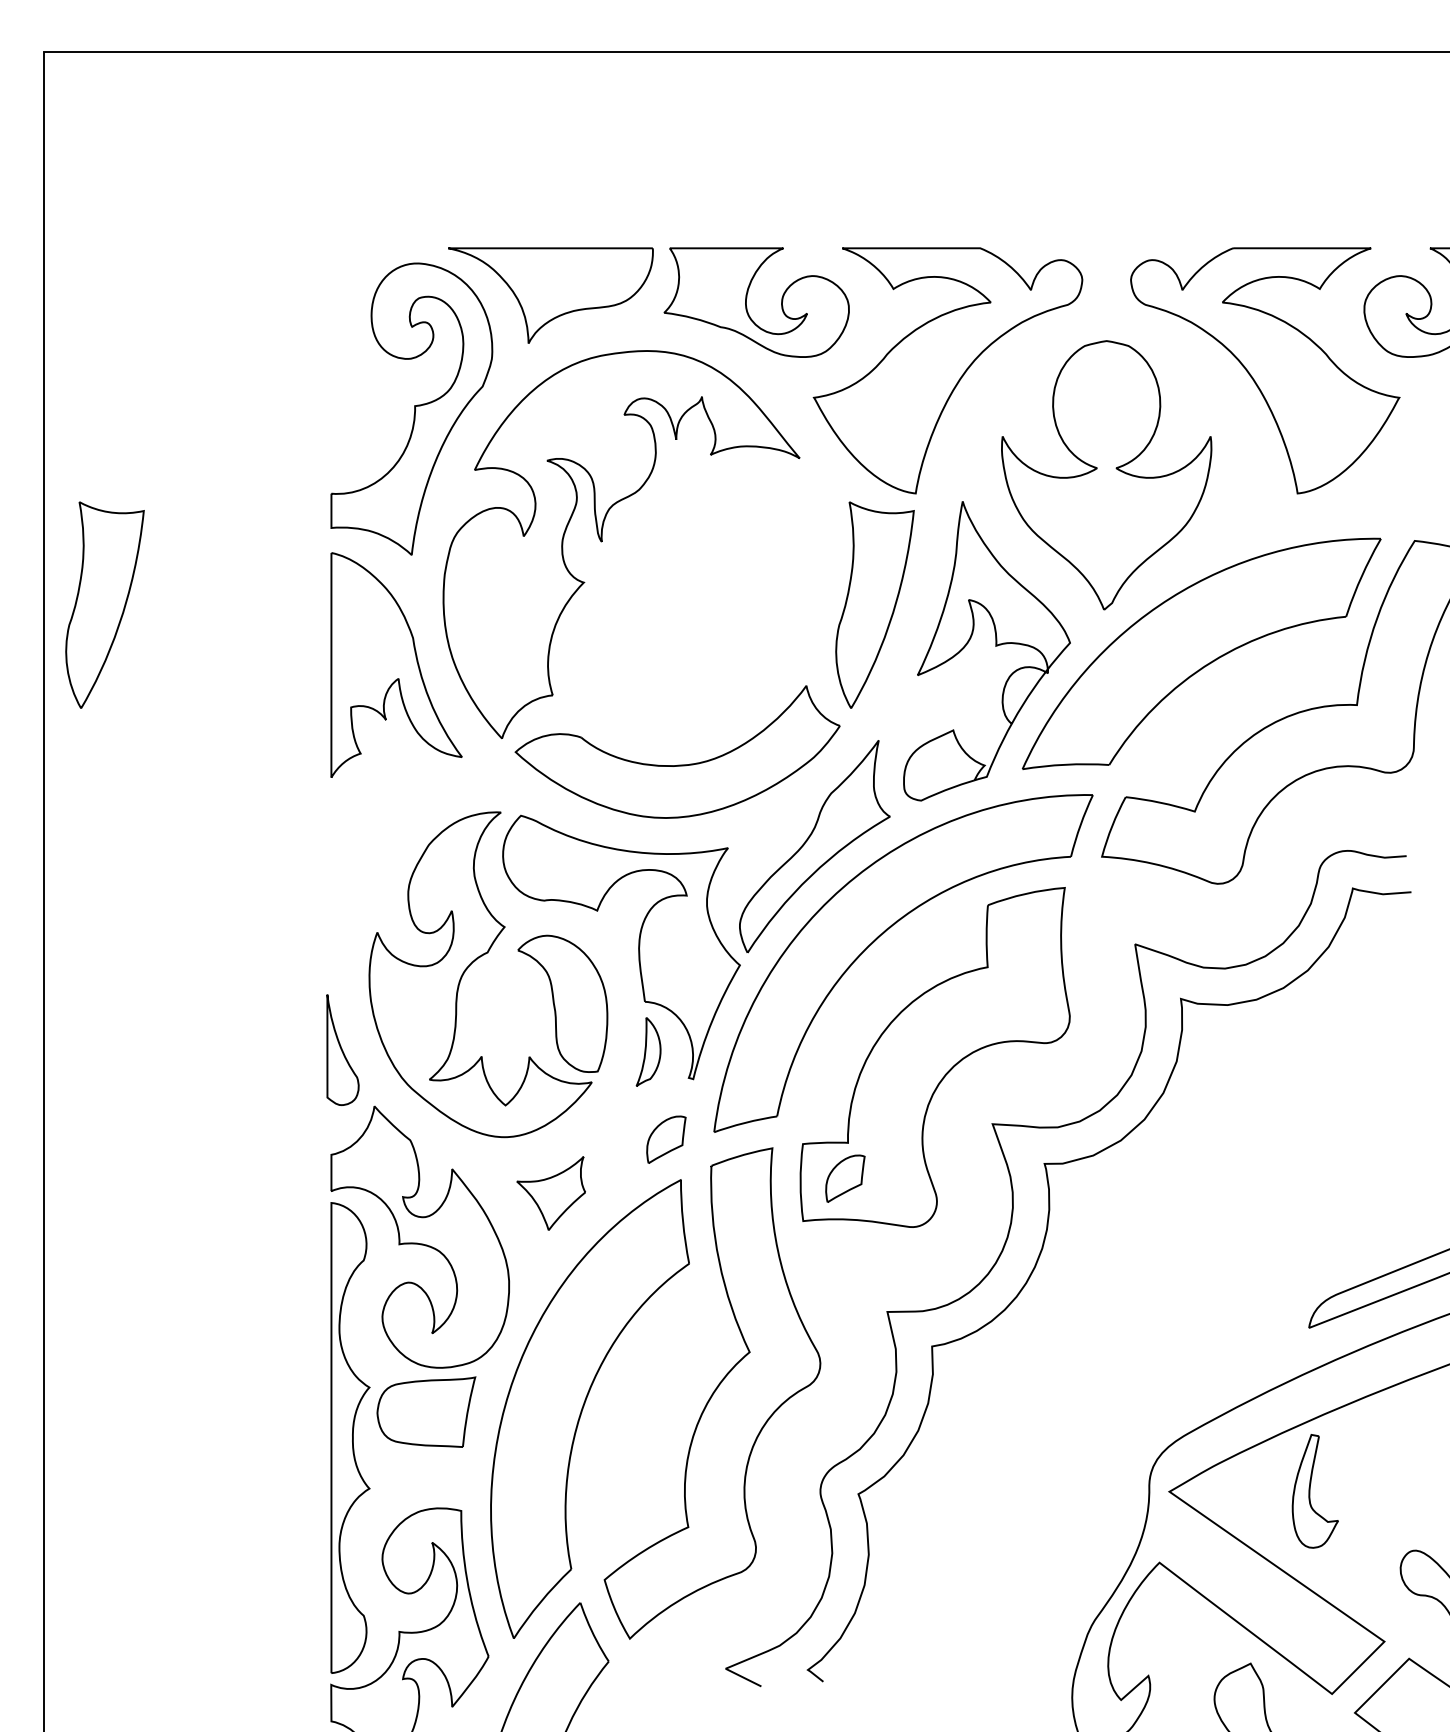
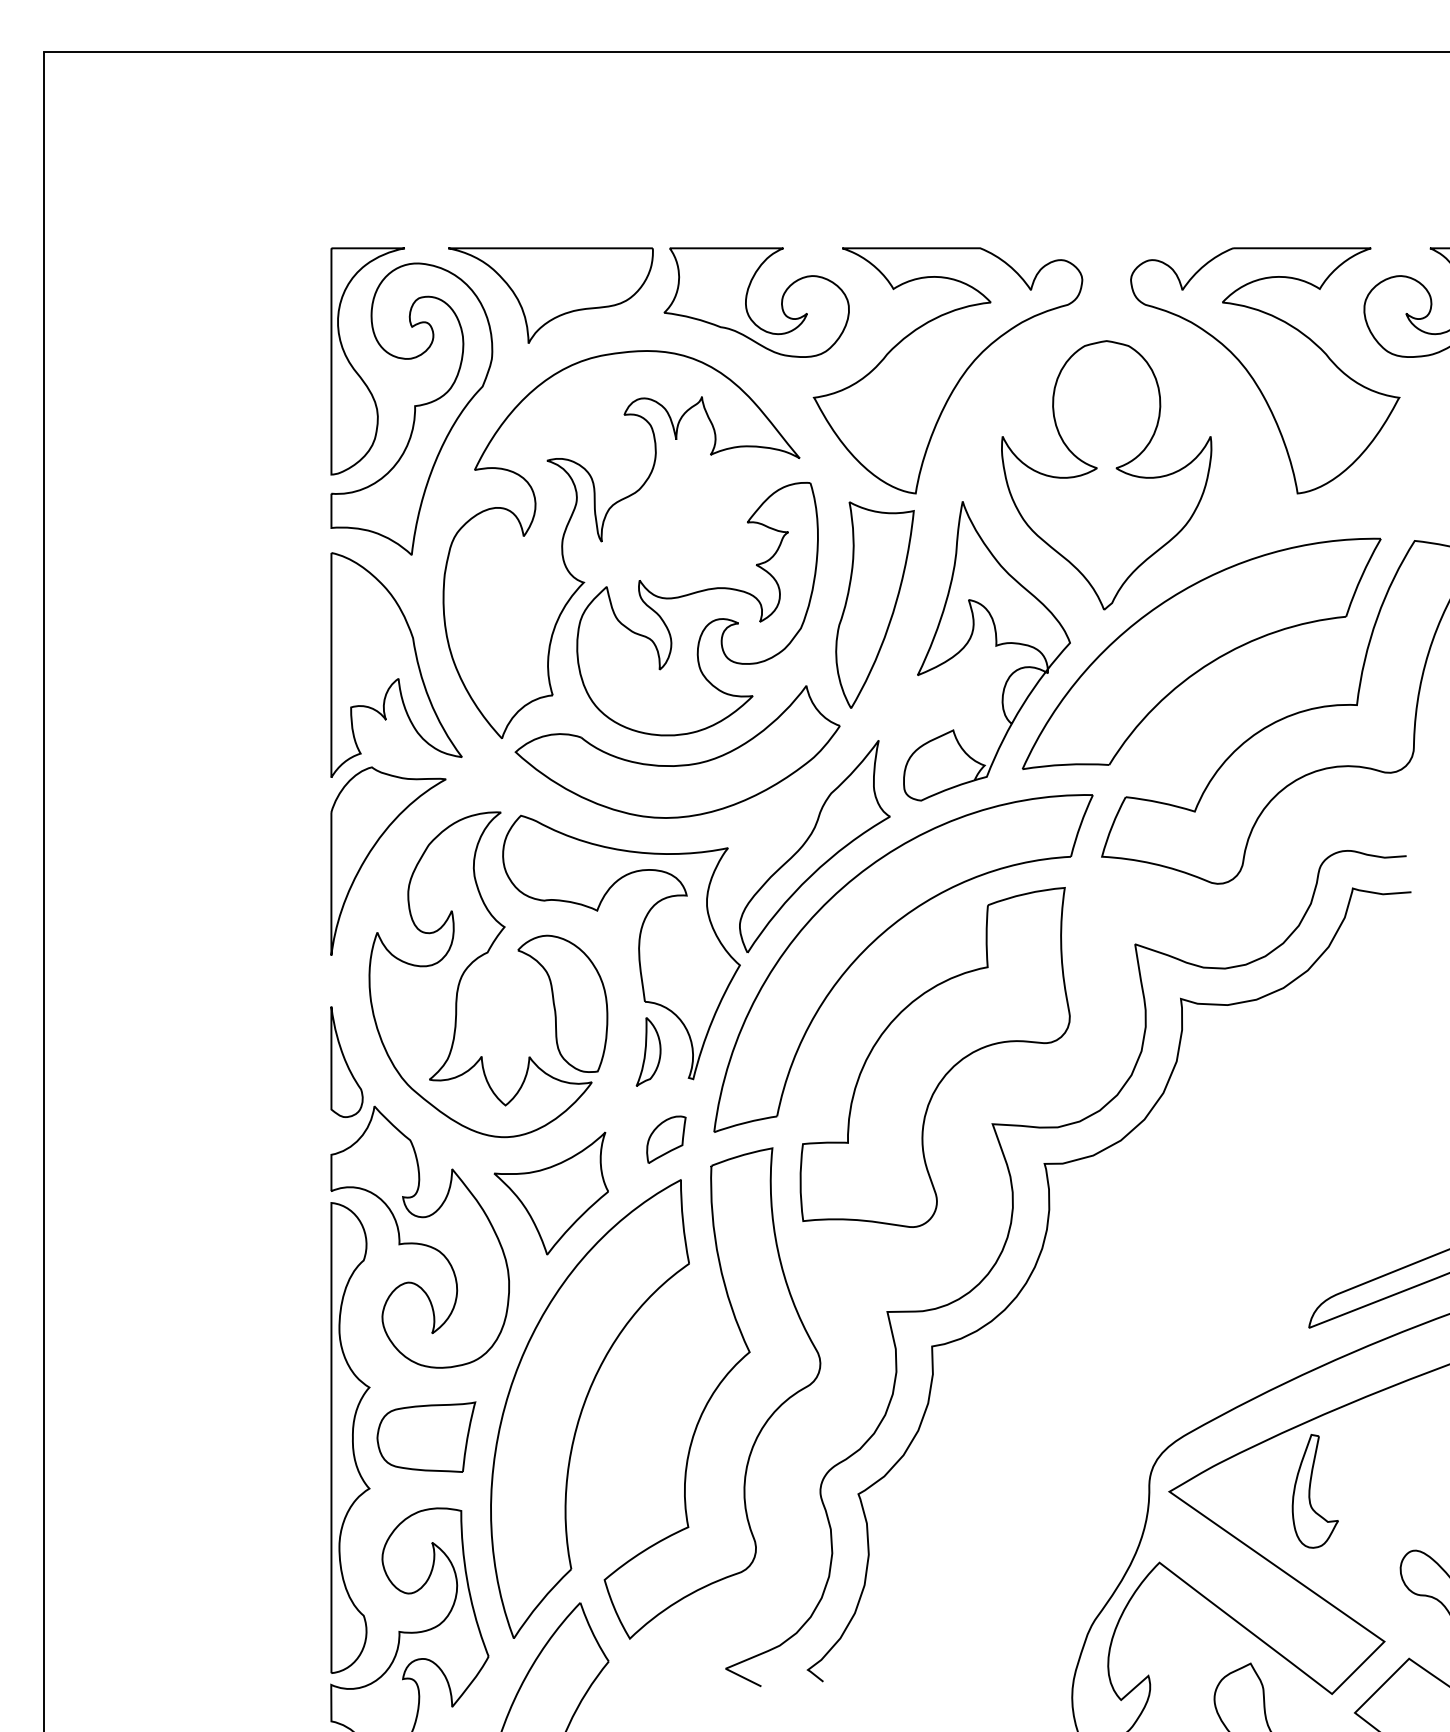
part at (356, 370): none -> present
part at (104, 604): present -> none
part at (697, 609): none -> present
part at (372, 850): none -> present
part at (342, 1049) position: (342, 1049) -> (346, 1061)
part at (845, 1178): present -> none
part at (550, 1193) size: 70x75 px -> 116x125 px
part at (426, 1411) position: (426, 1411) -> (426, 1436)
